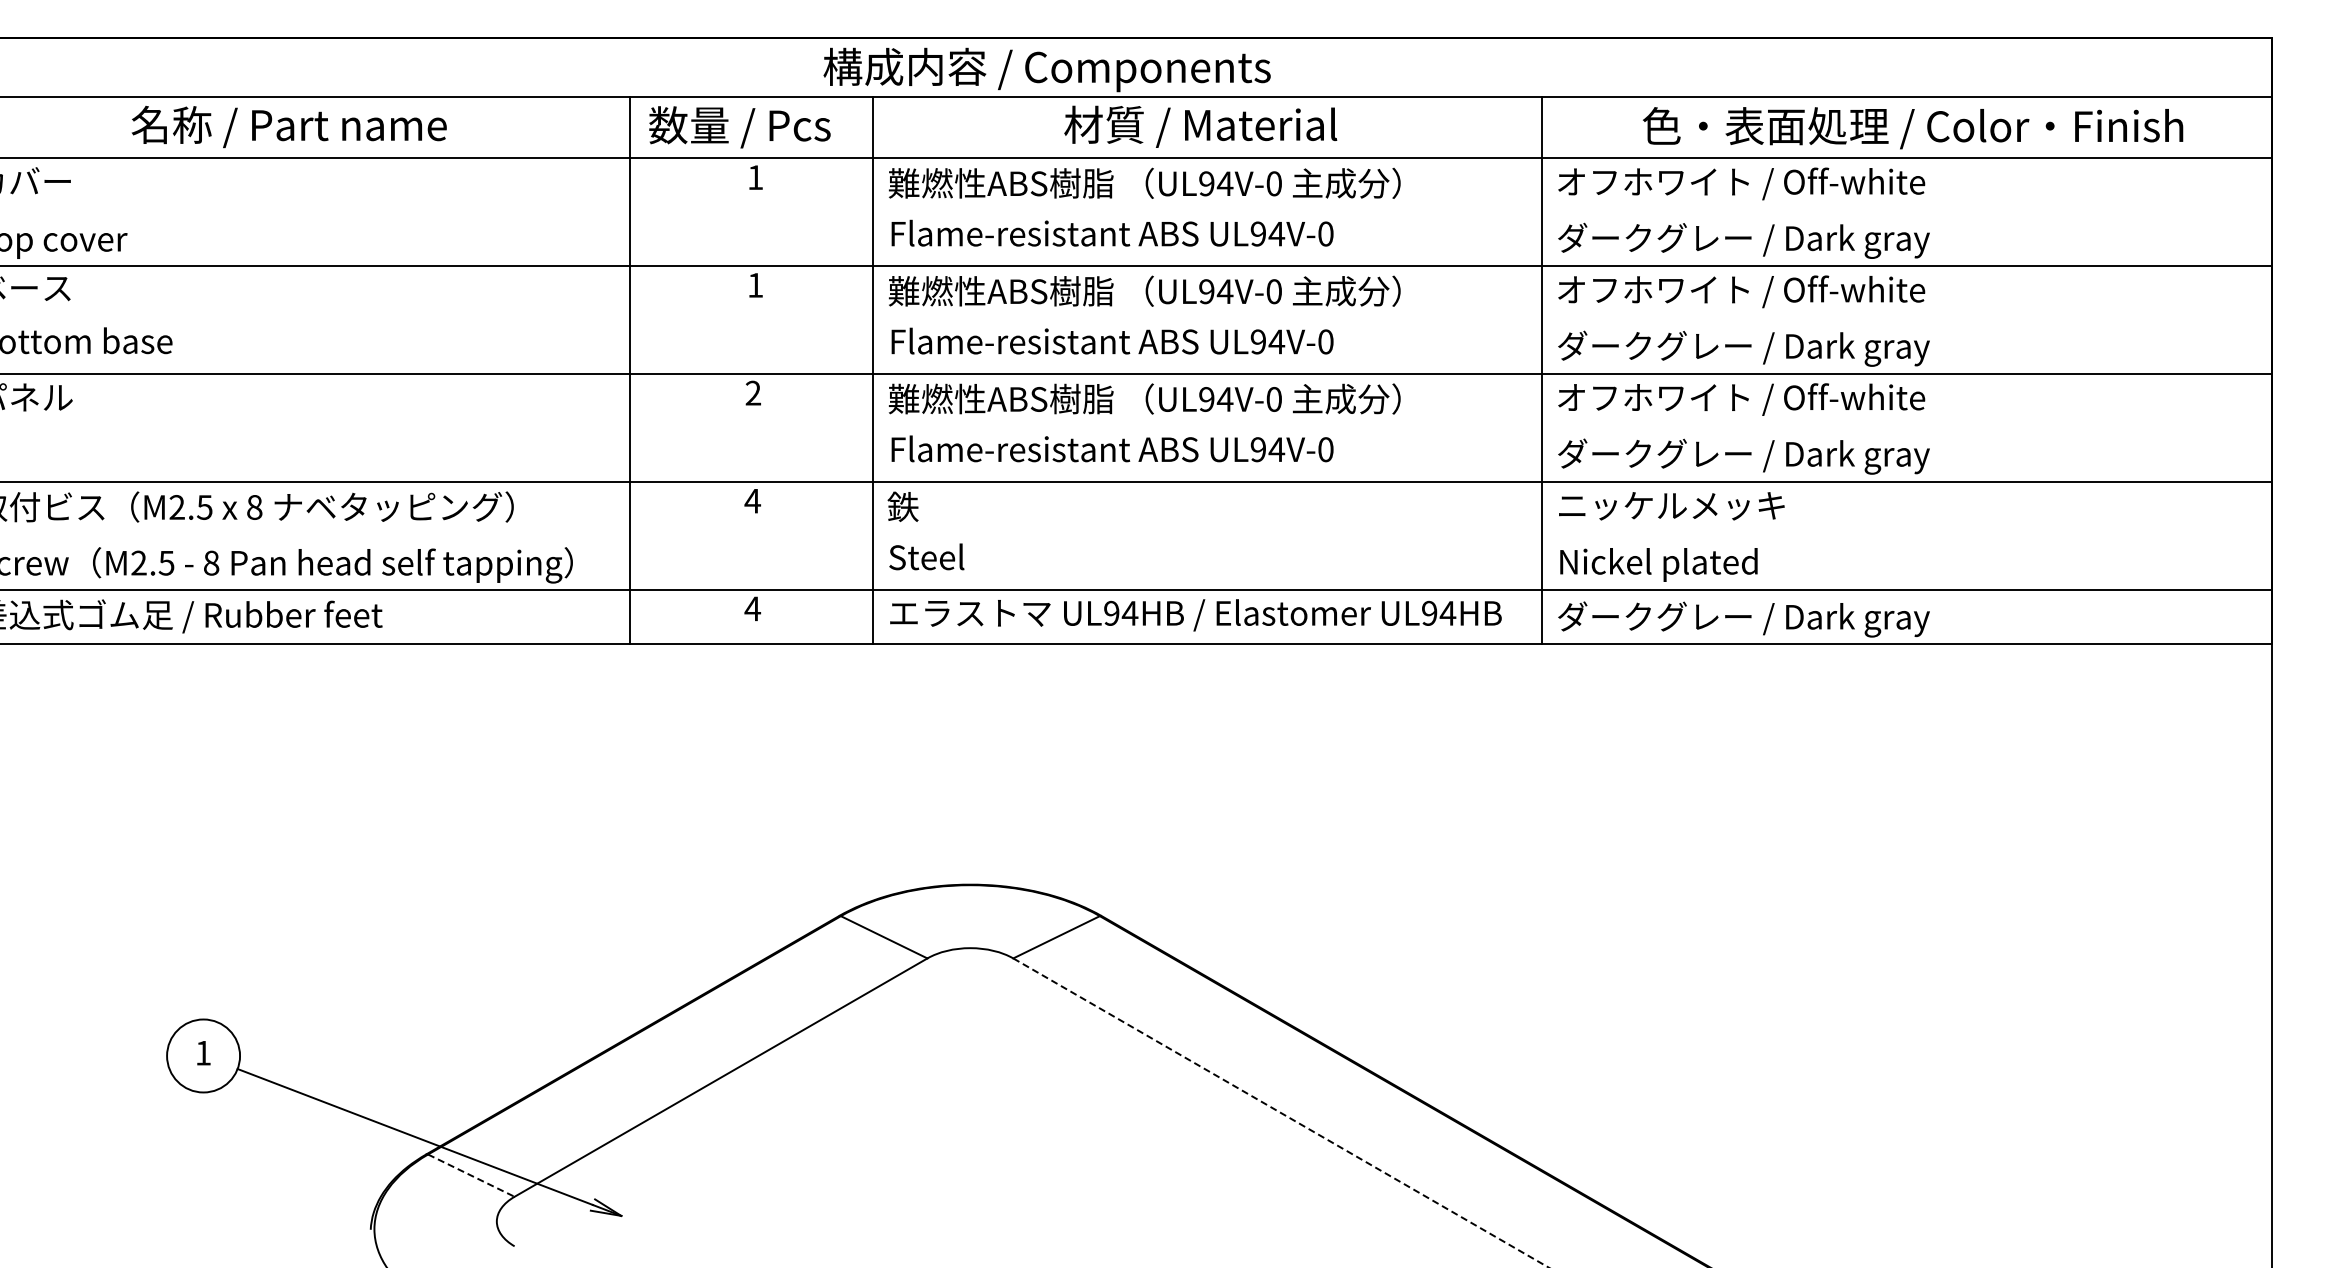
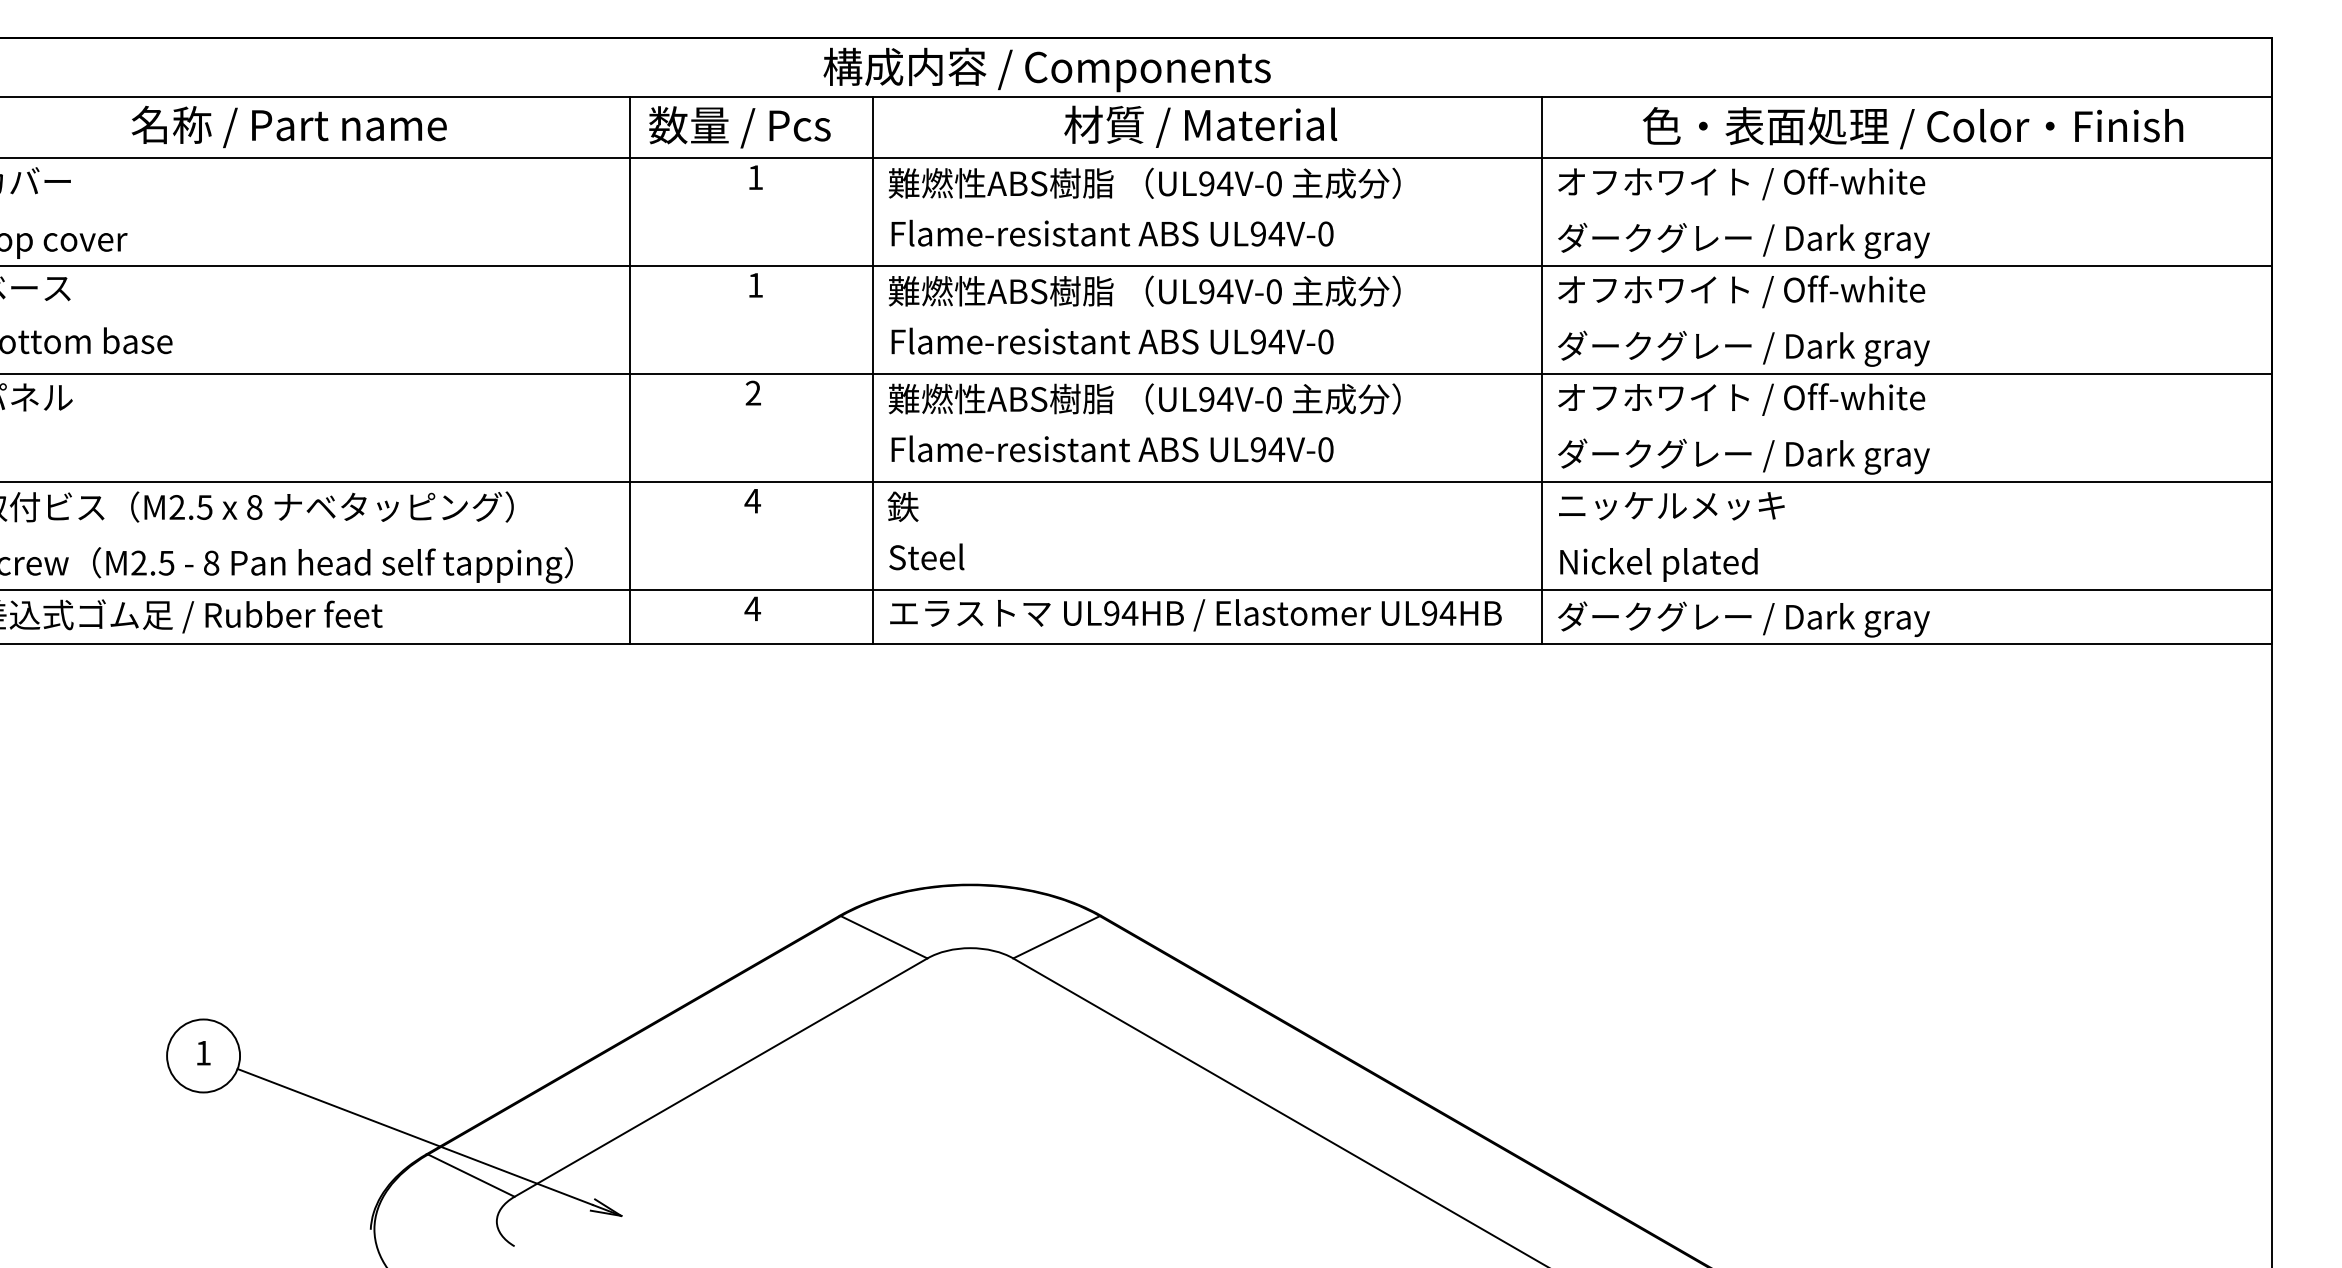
line at (1281, 1113): dashed -> solid
line at (471, 1175): dashed -> solid
